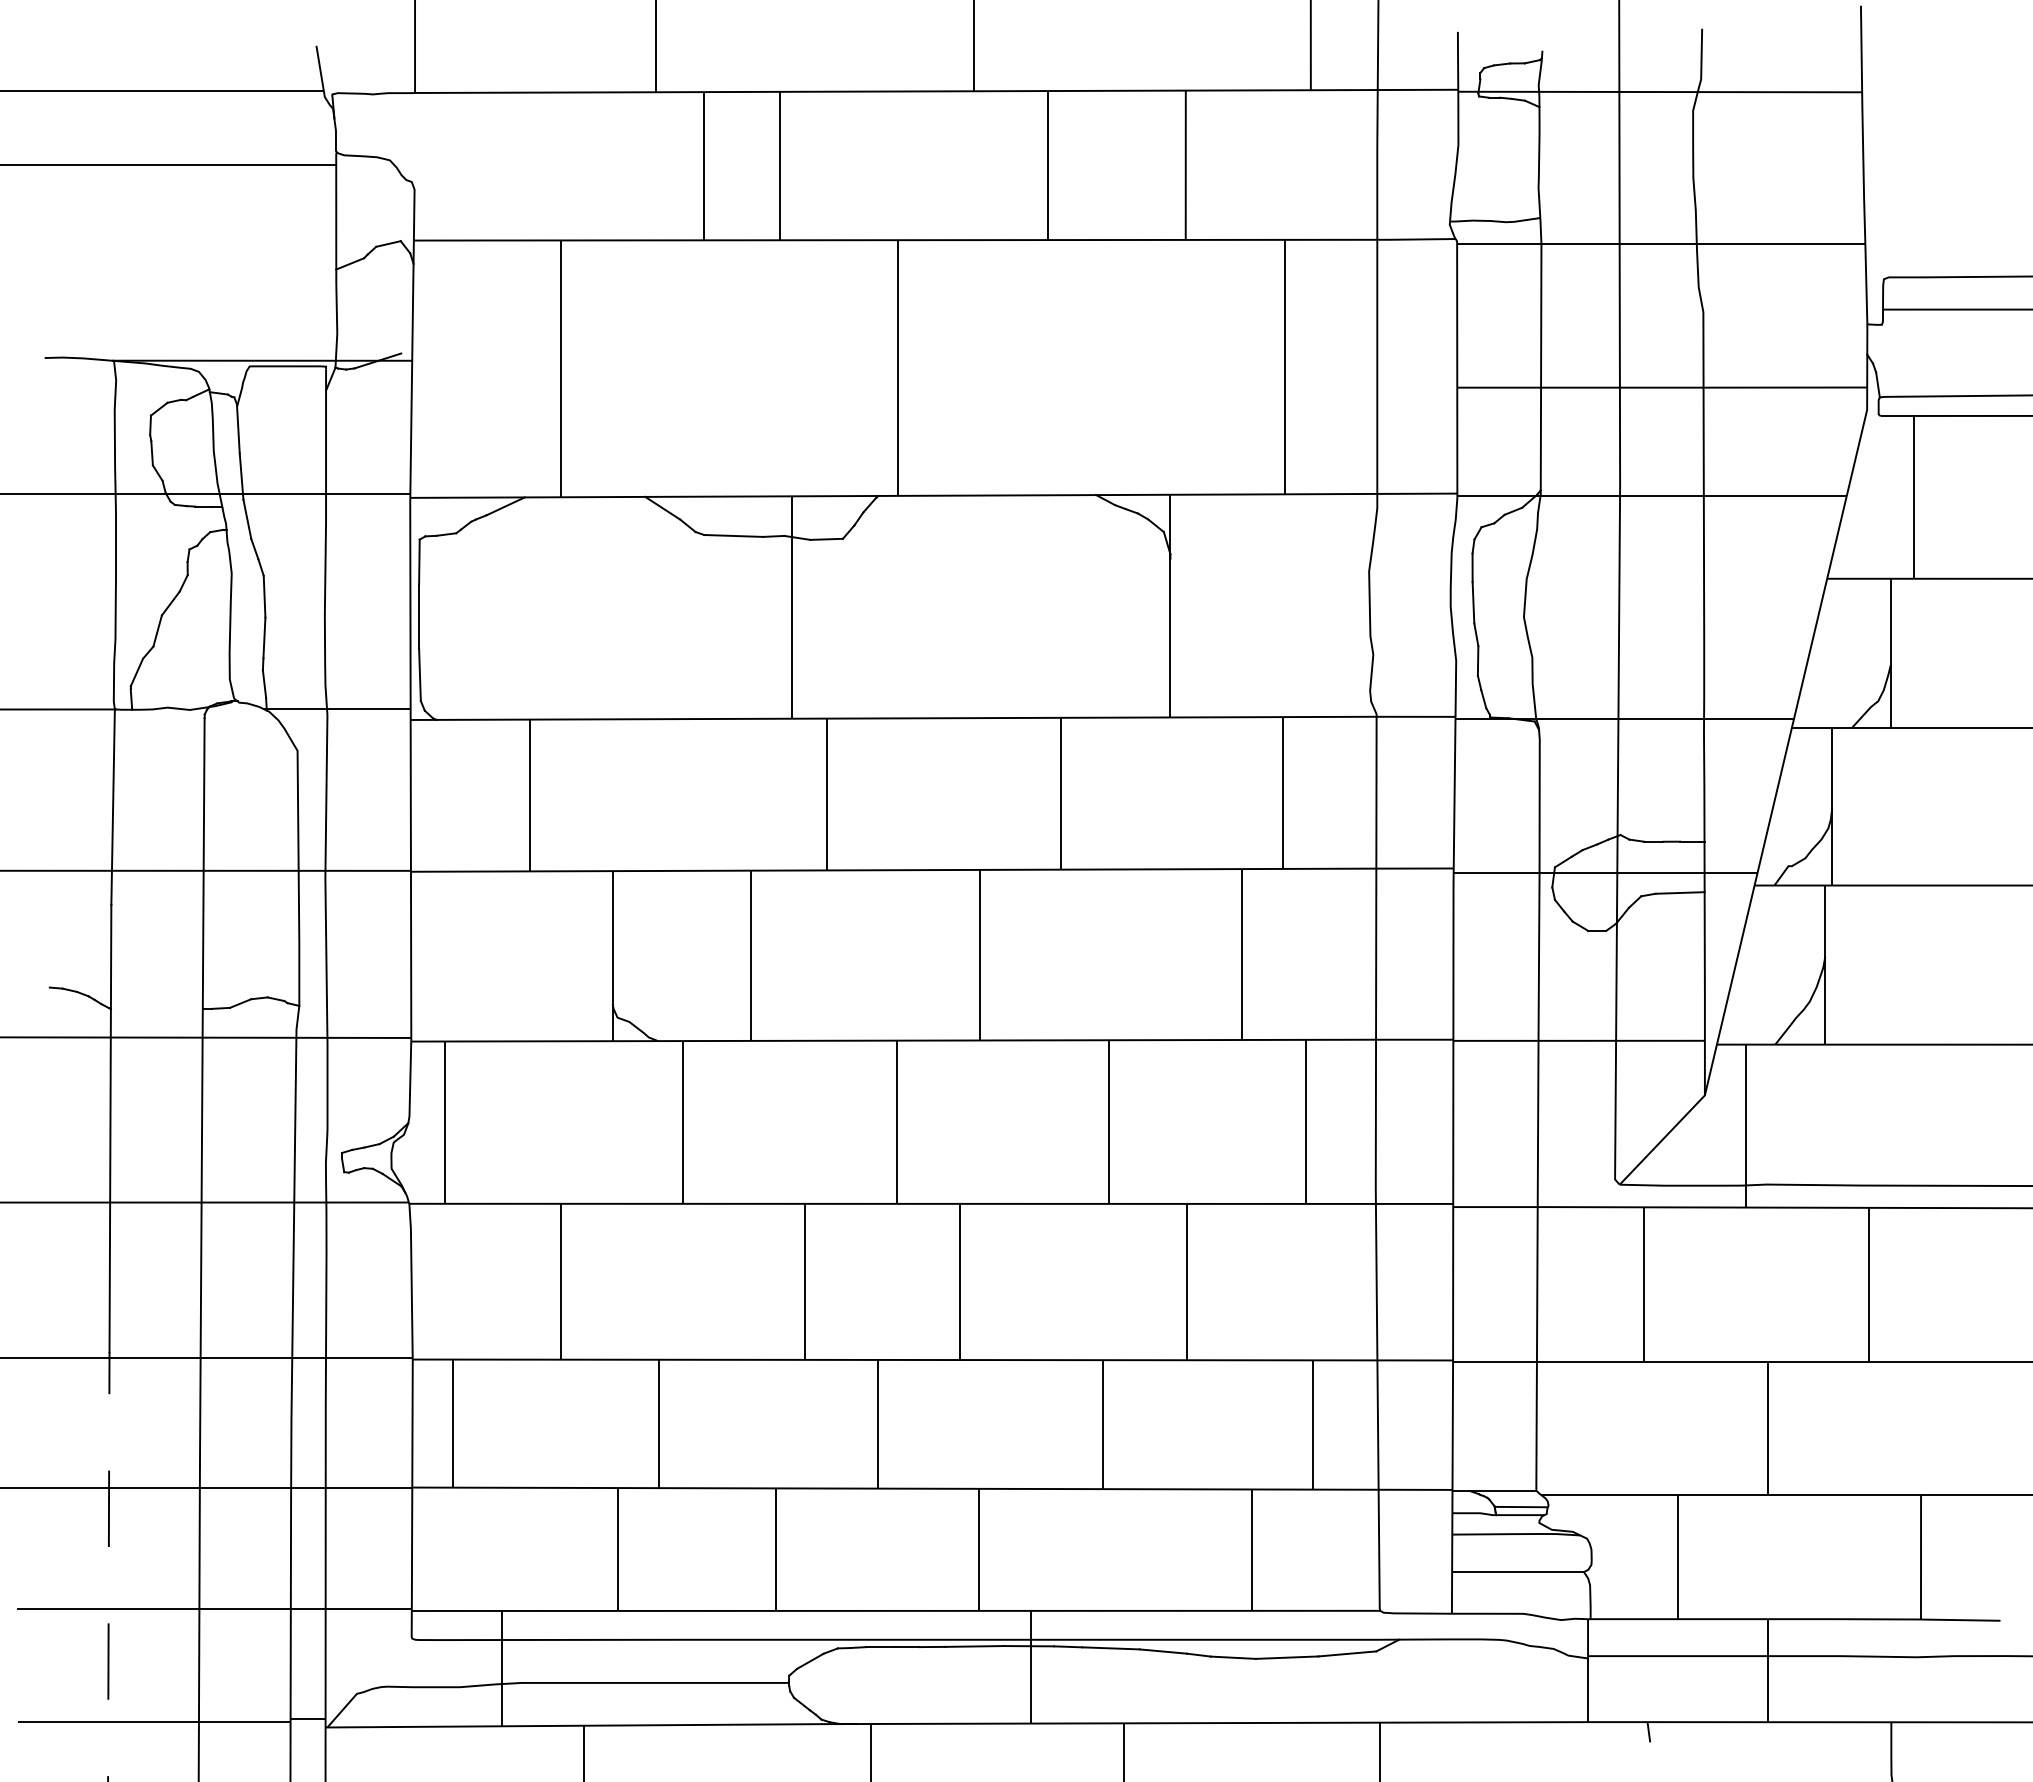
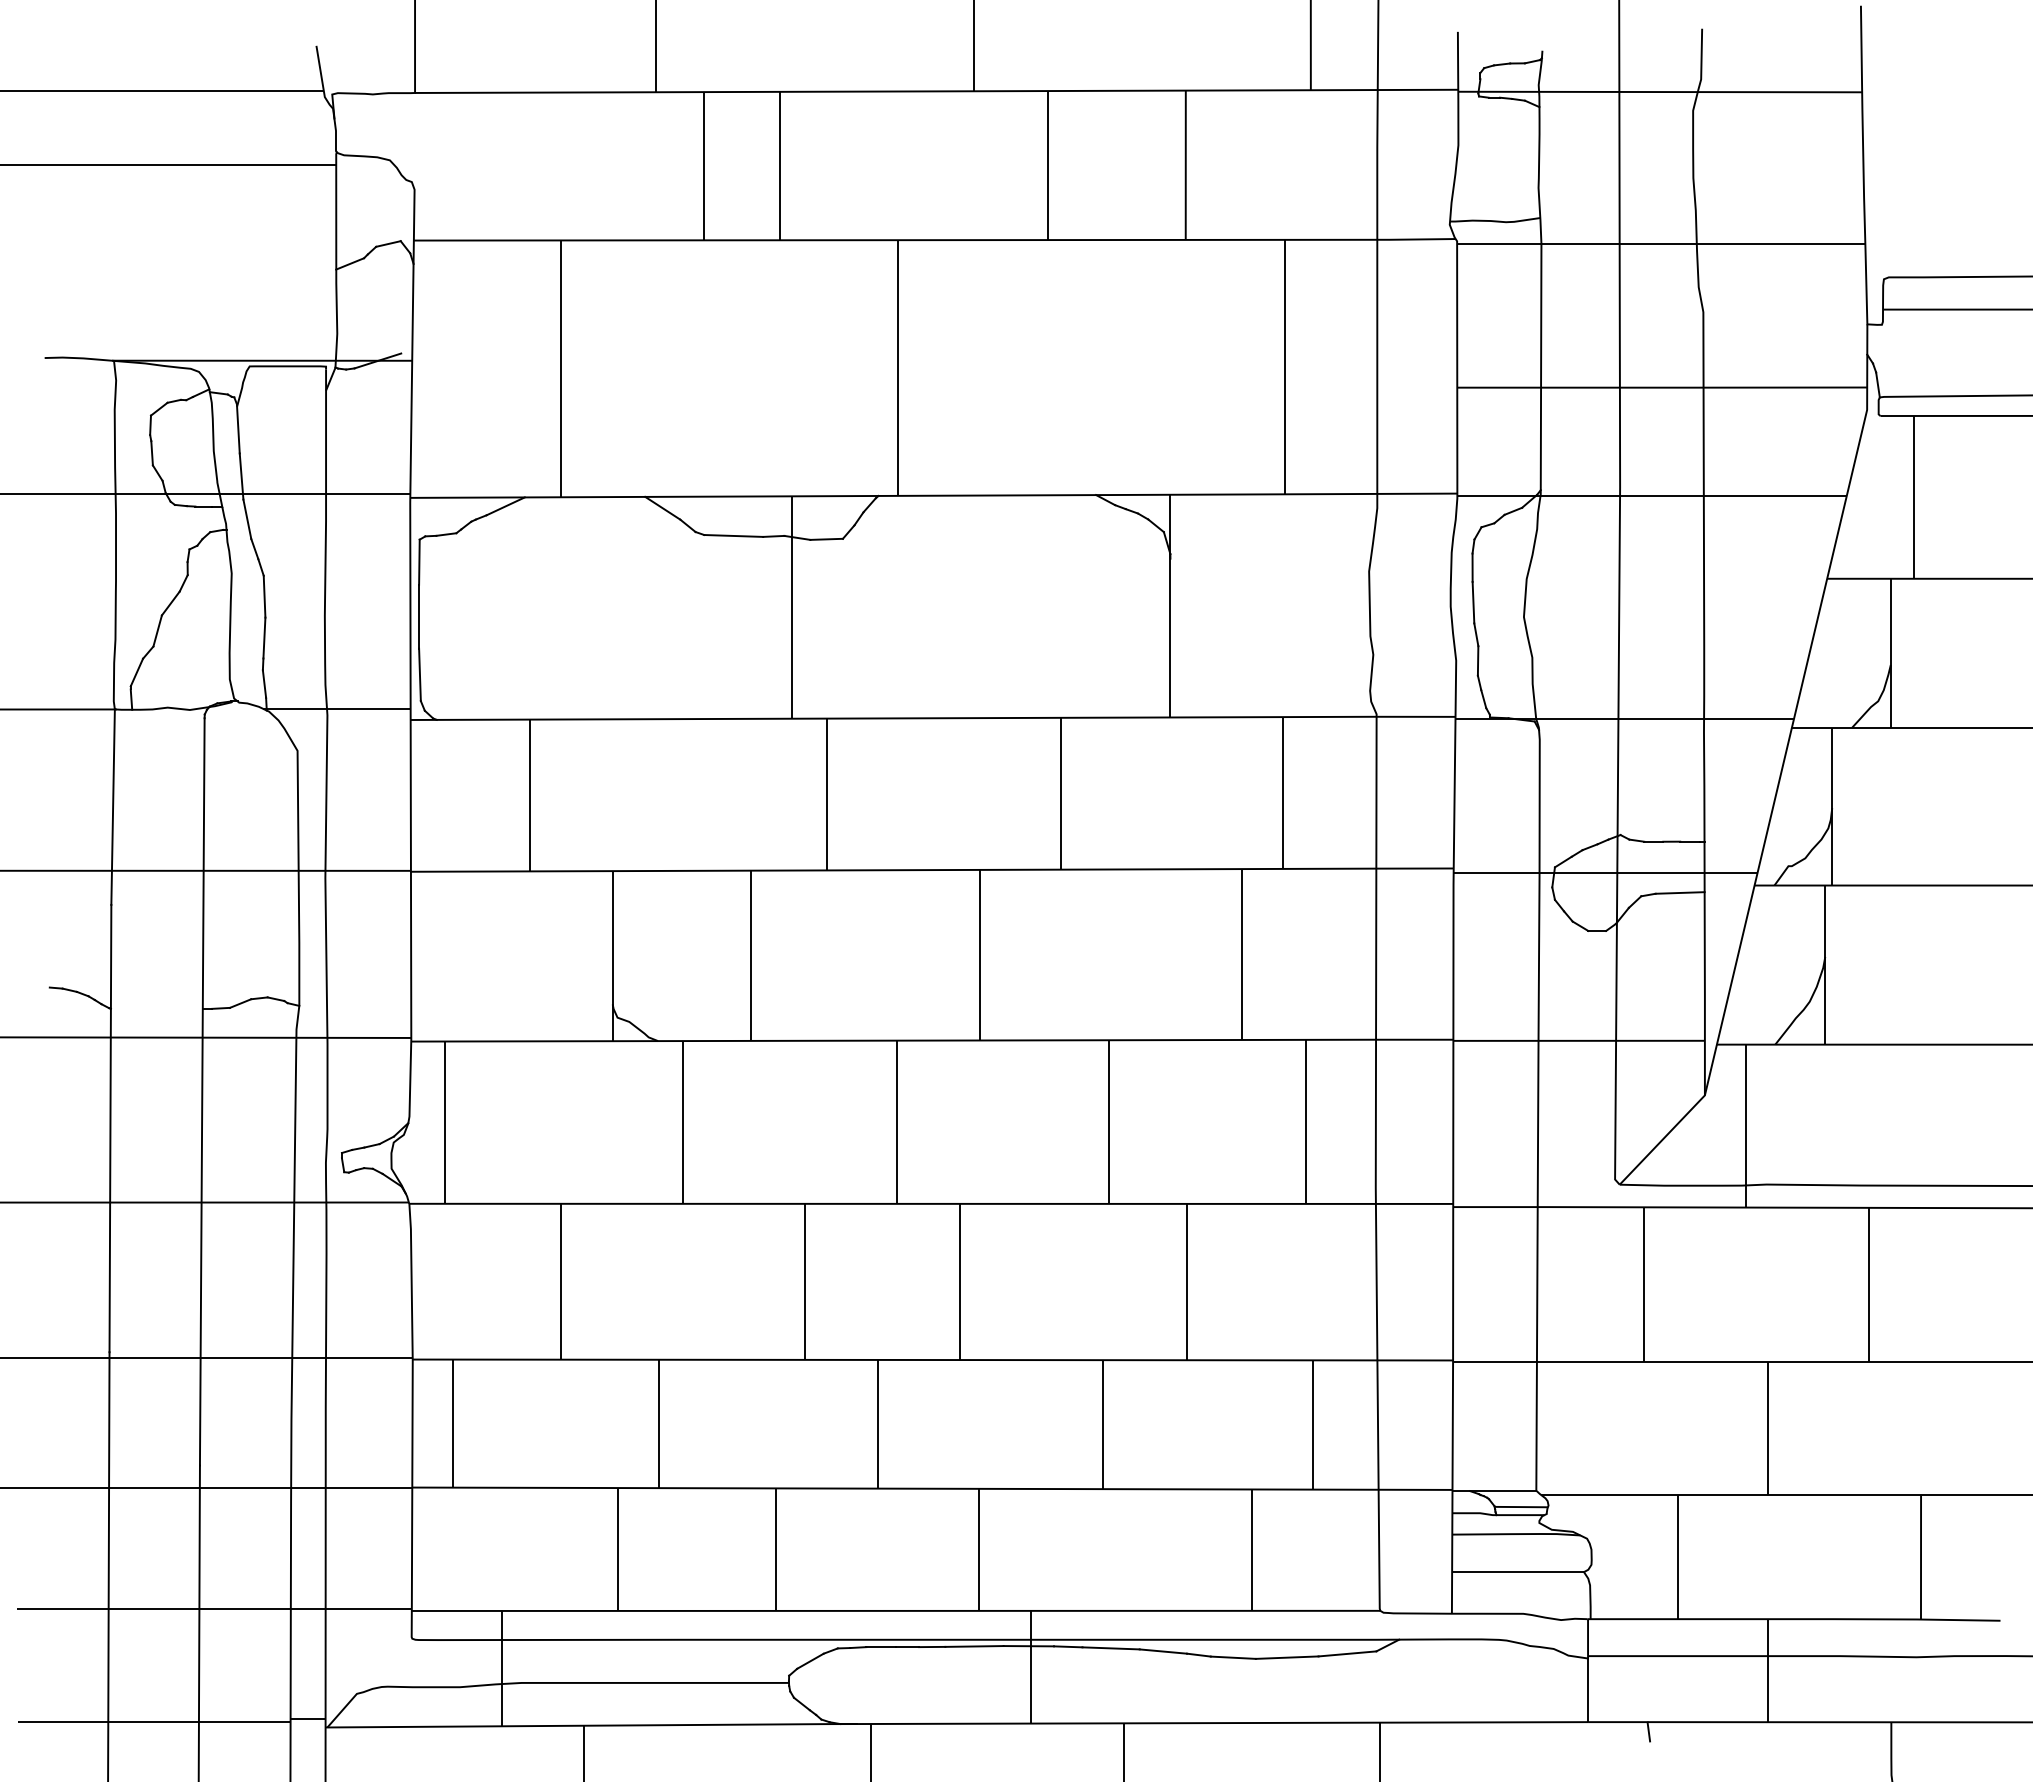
line at (108, 1566): dashed -> solid
